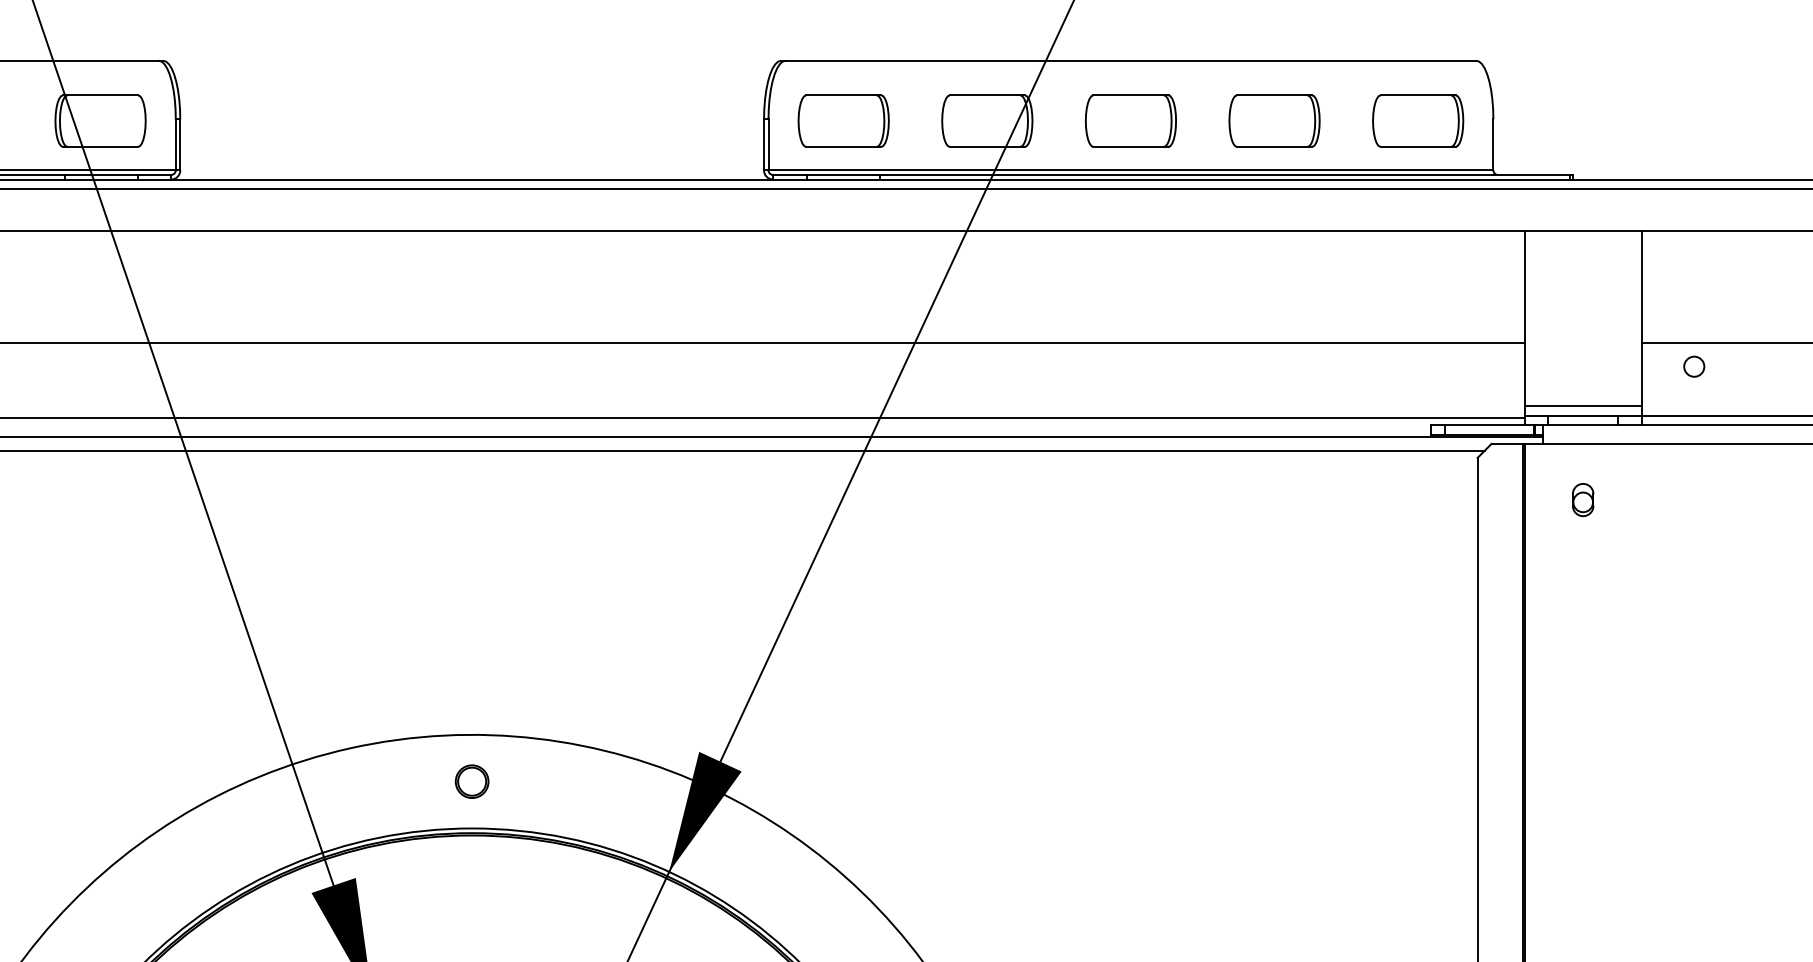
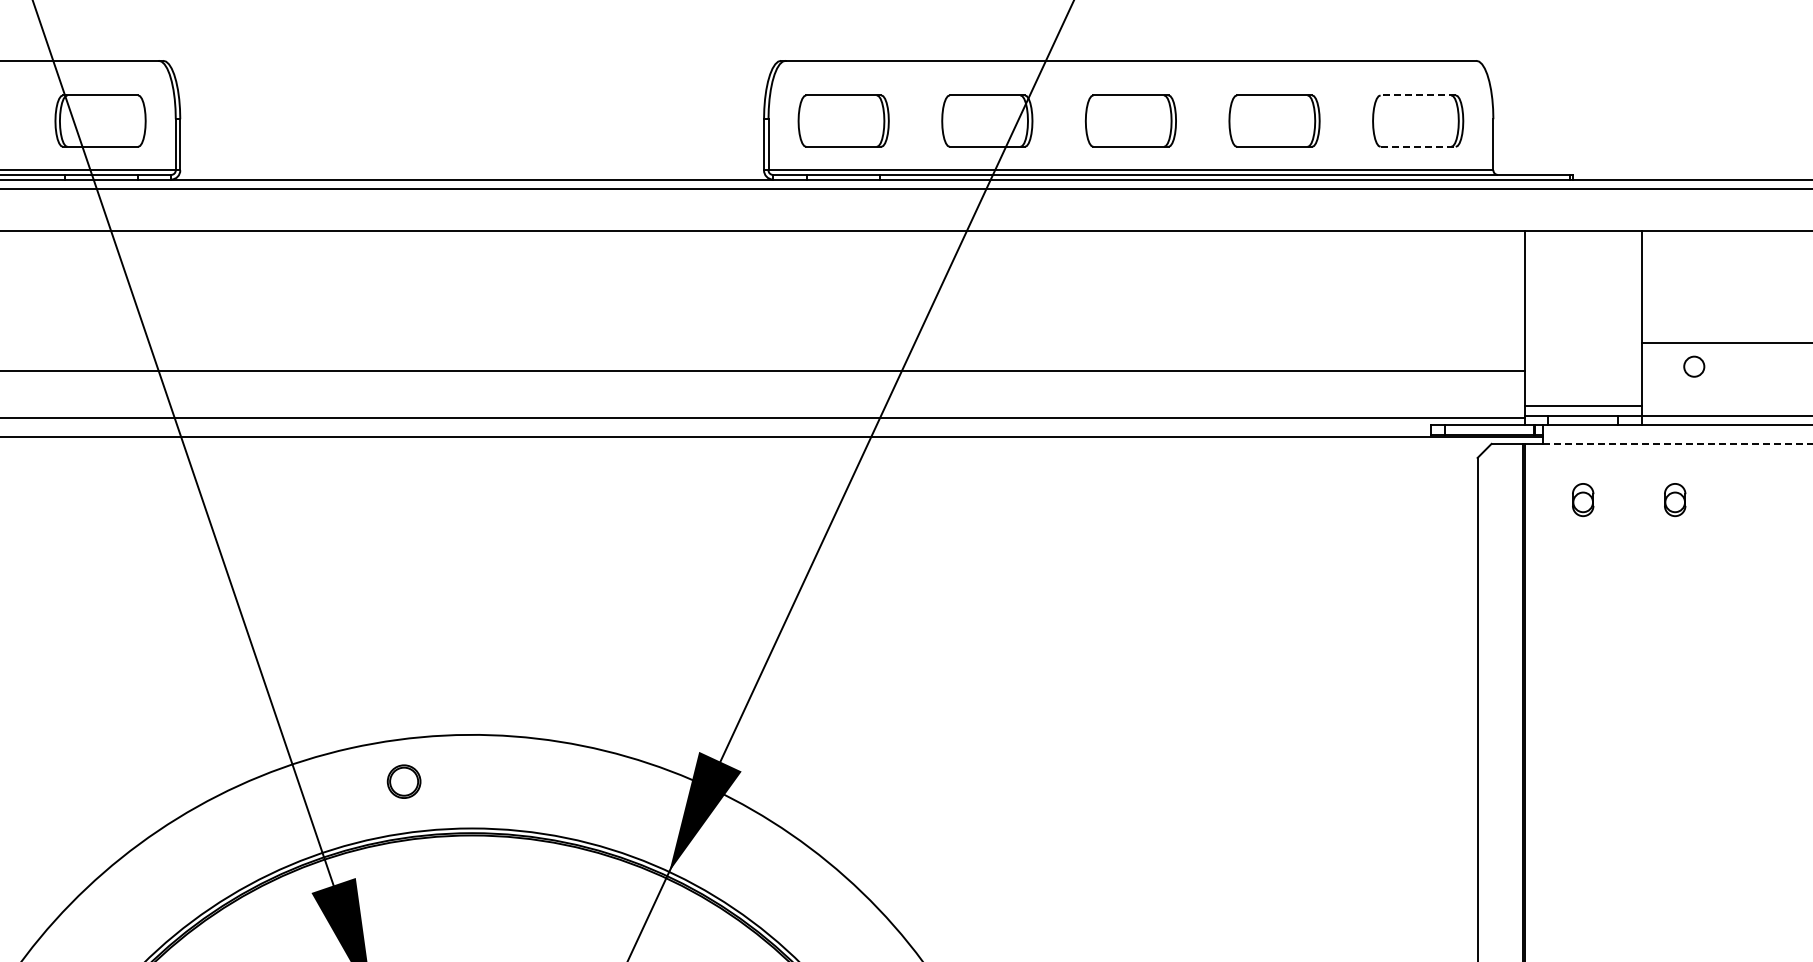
line at (1418, 95): solid -> dashed
line at (1418, 146): solid -> dashed
line at (763, 343) position: (763, 343) -> (763, 371)
line at (1678, 443): solid -> dashed
line at (743, 450): present -> none
part at (1675, 500): none -> present
part at (471, 781) position: (471, 781) -> (403, 781)
